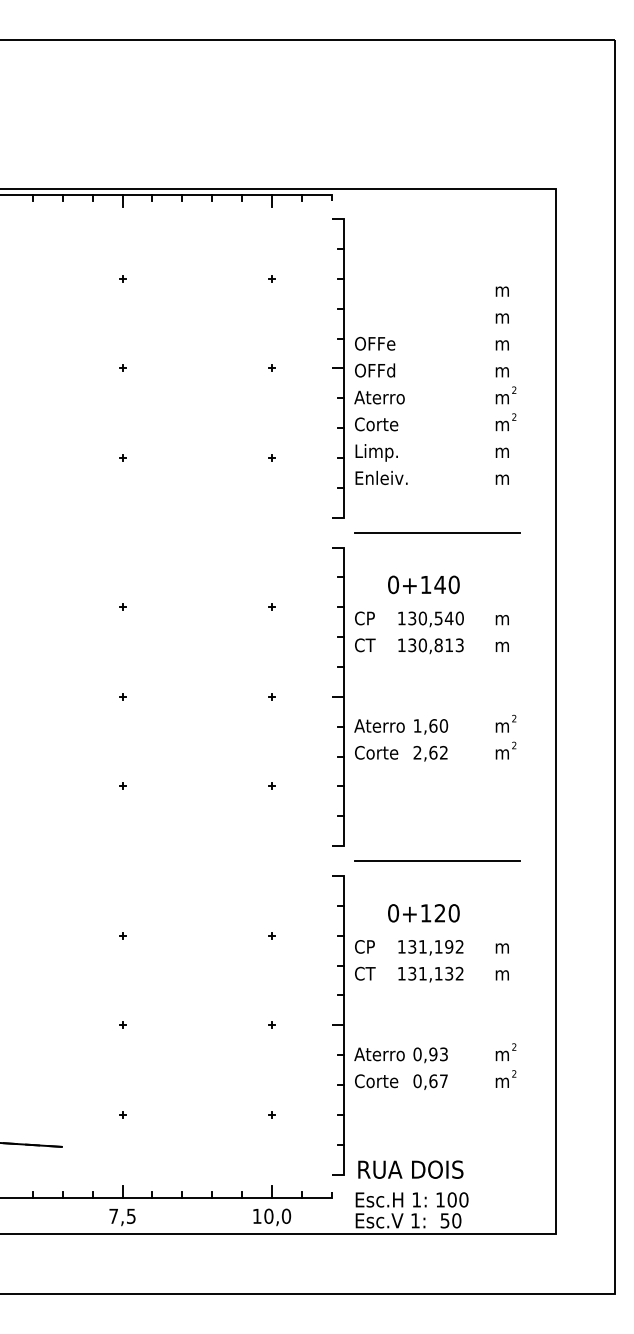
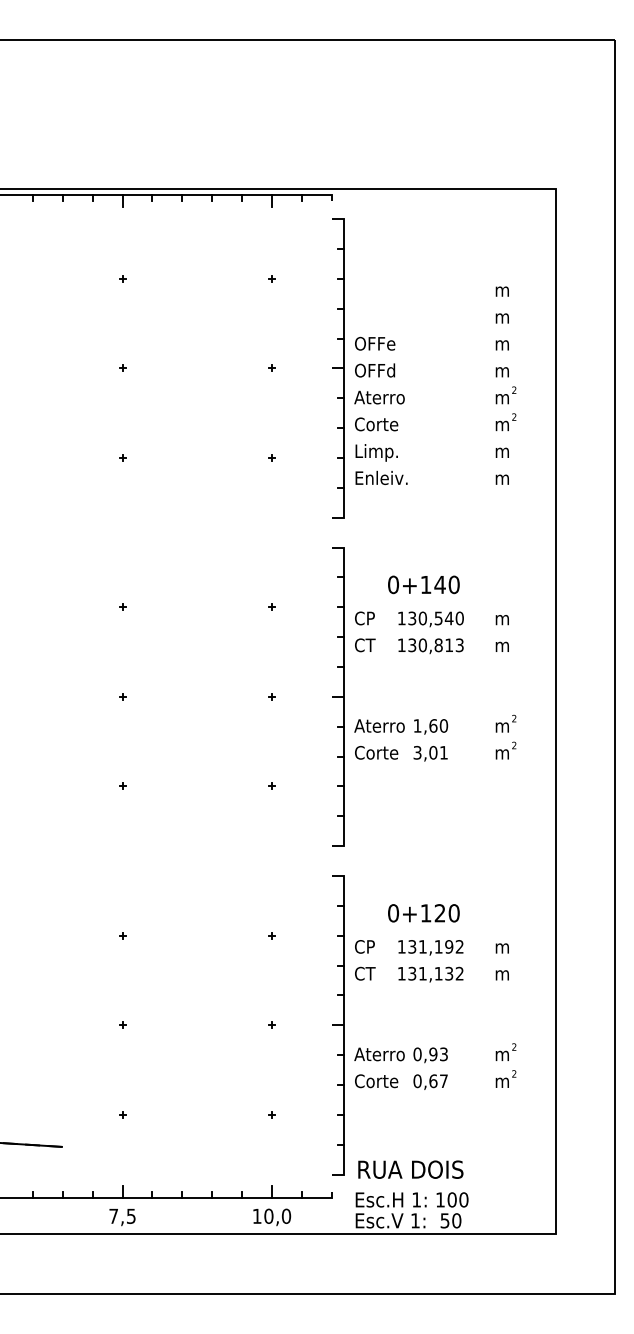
line at (437, 532): present -> none
text at (430, 752): 2,62 -> 3,01
line at (437, 861): present -> none
